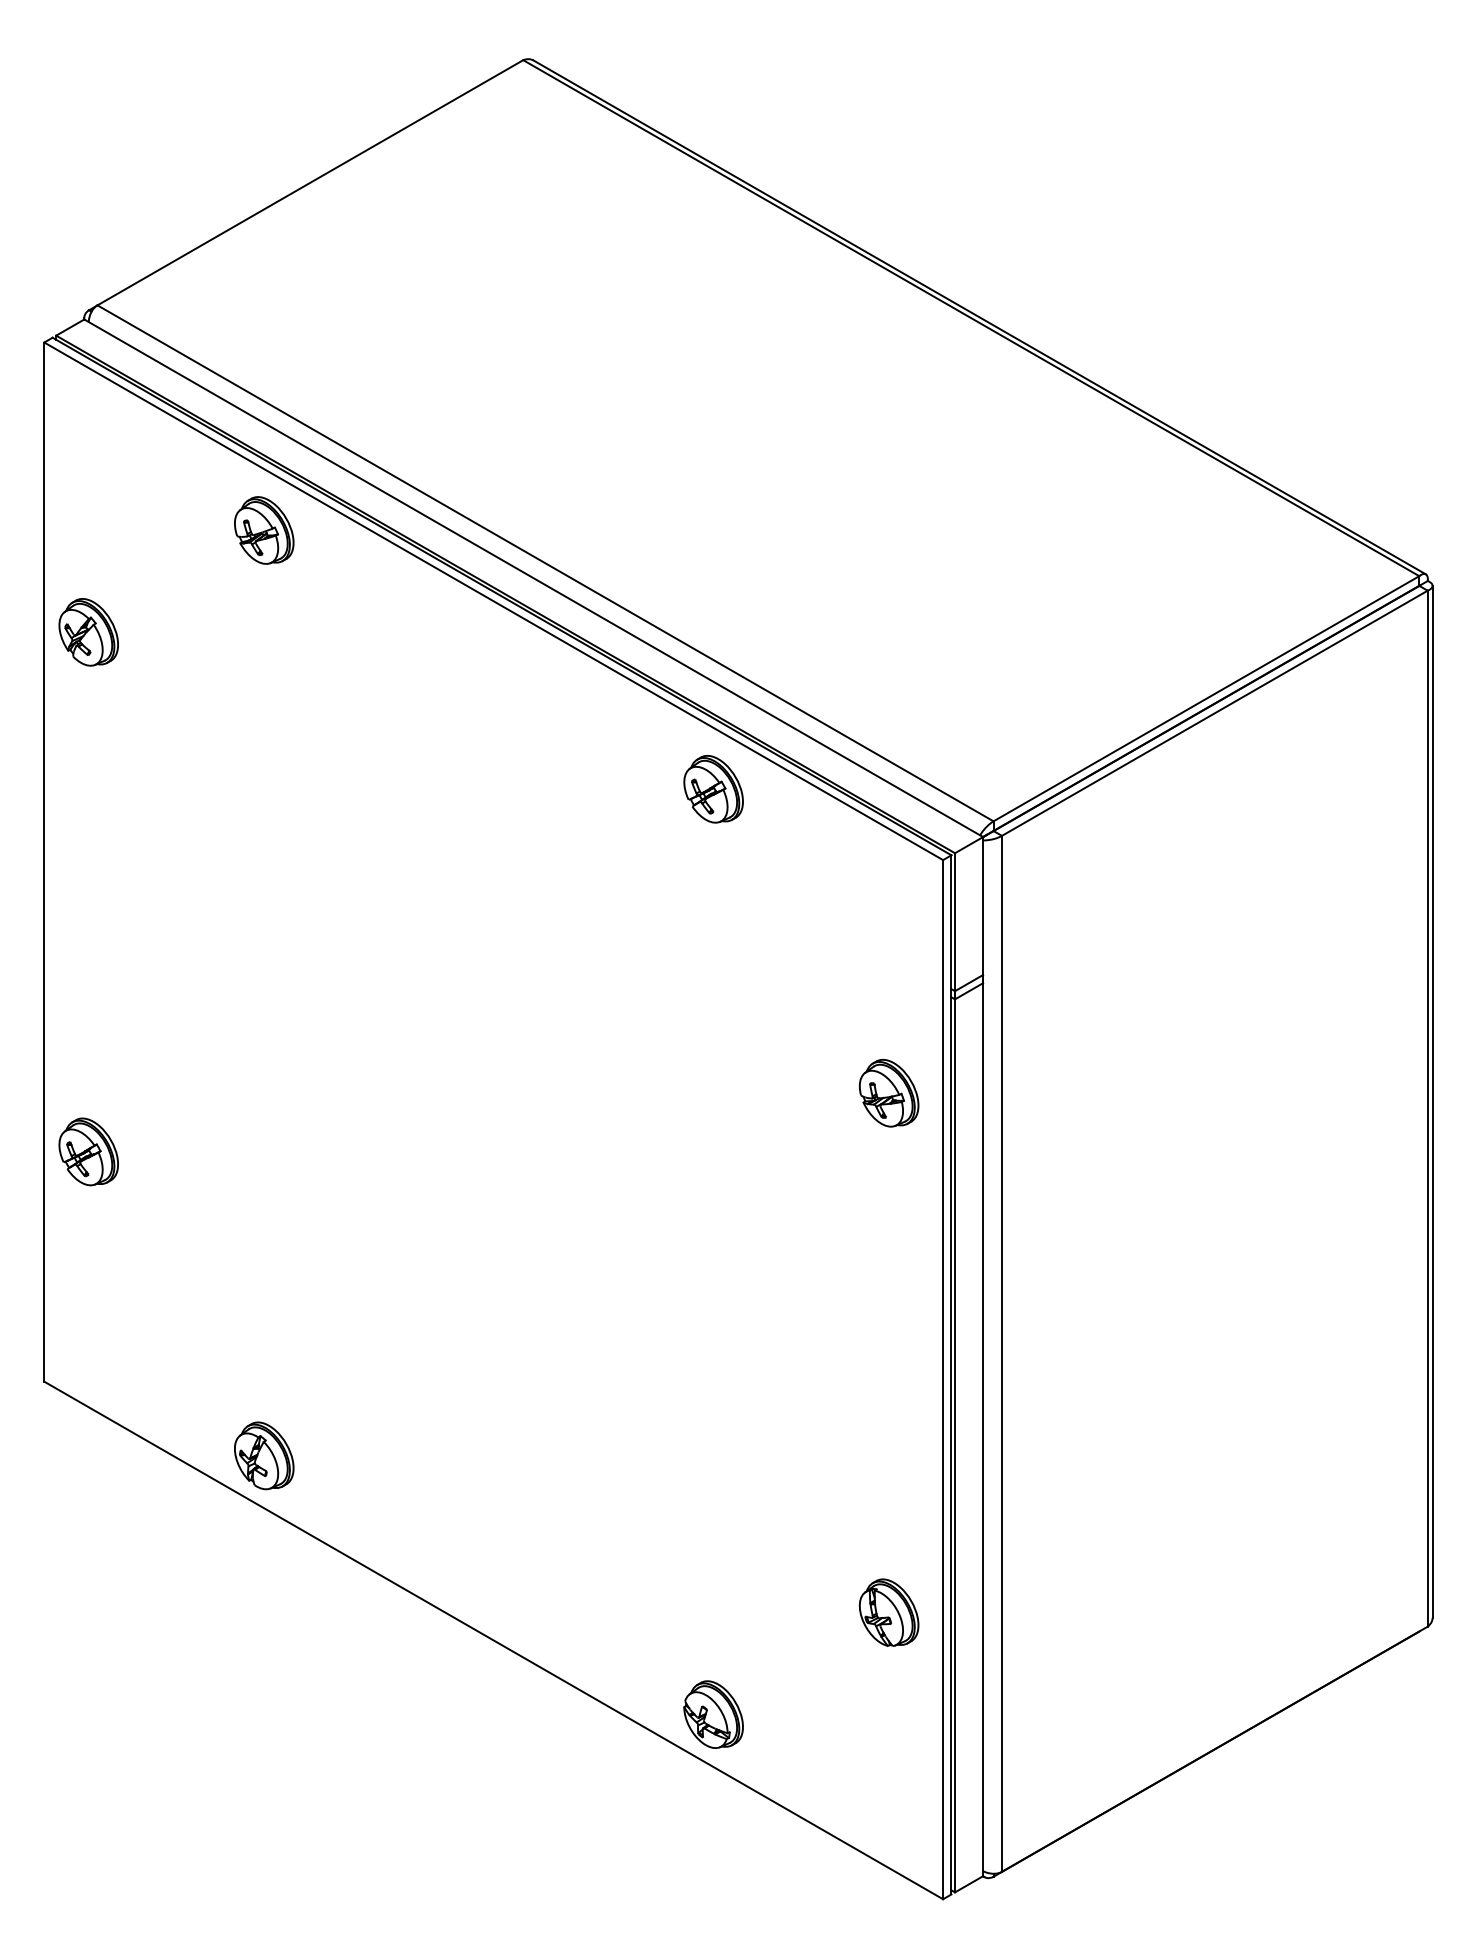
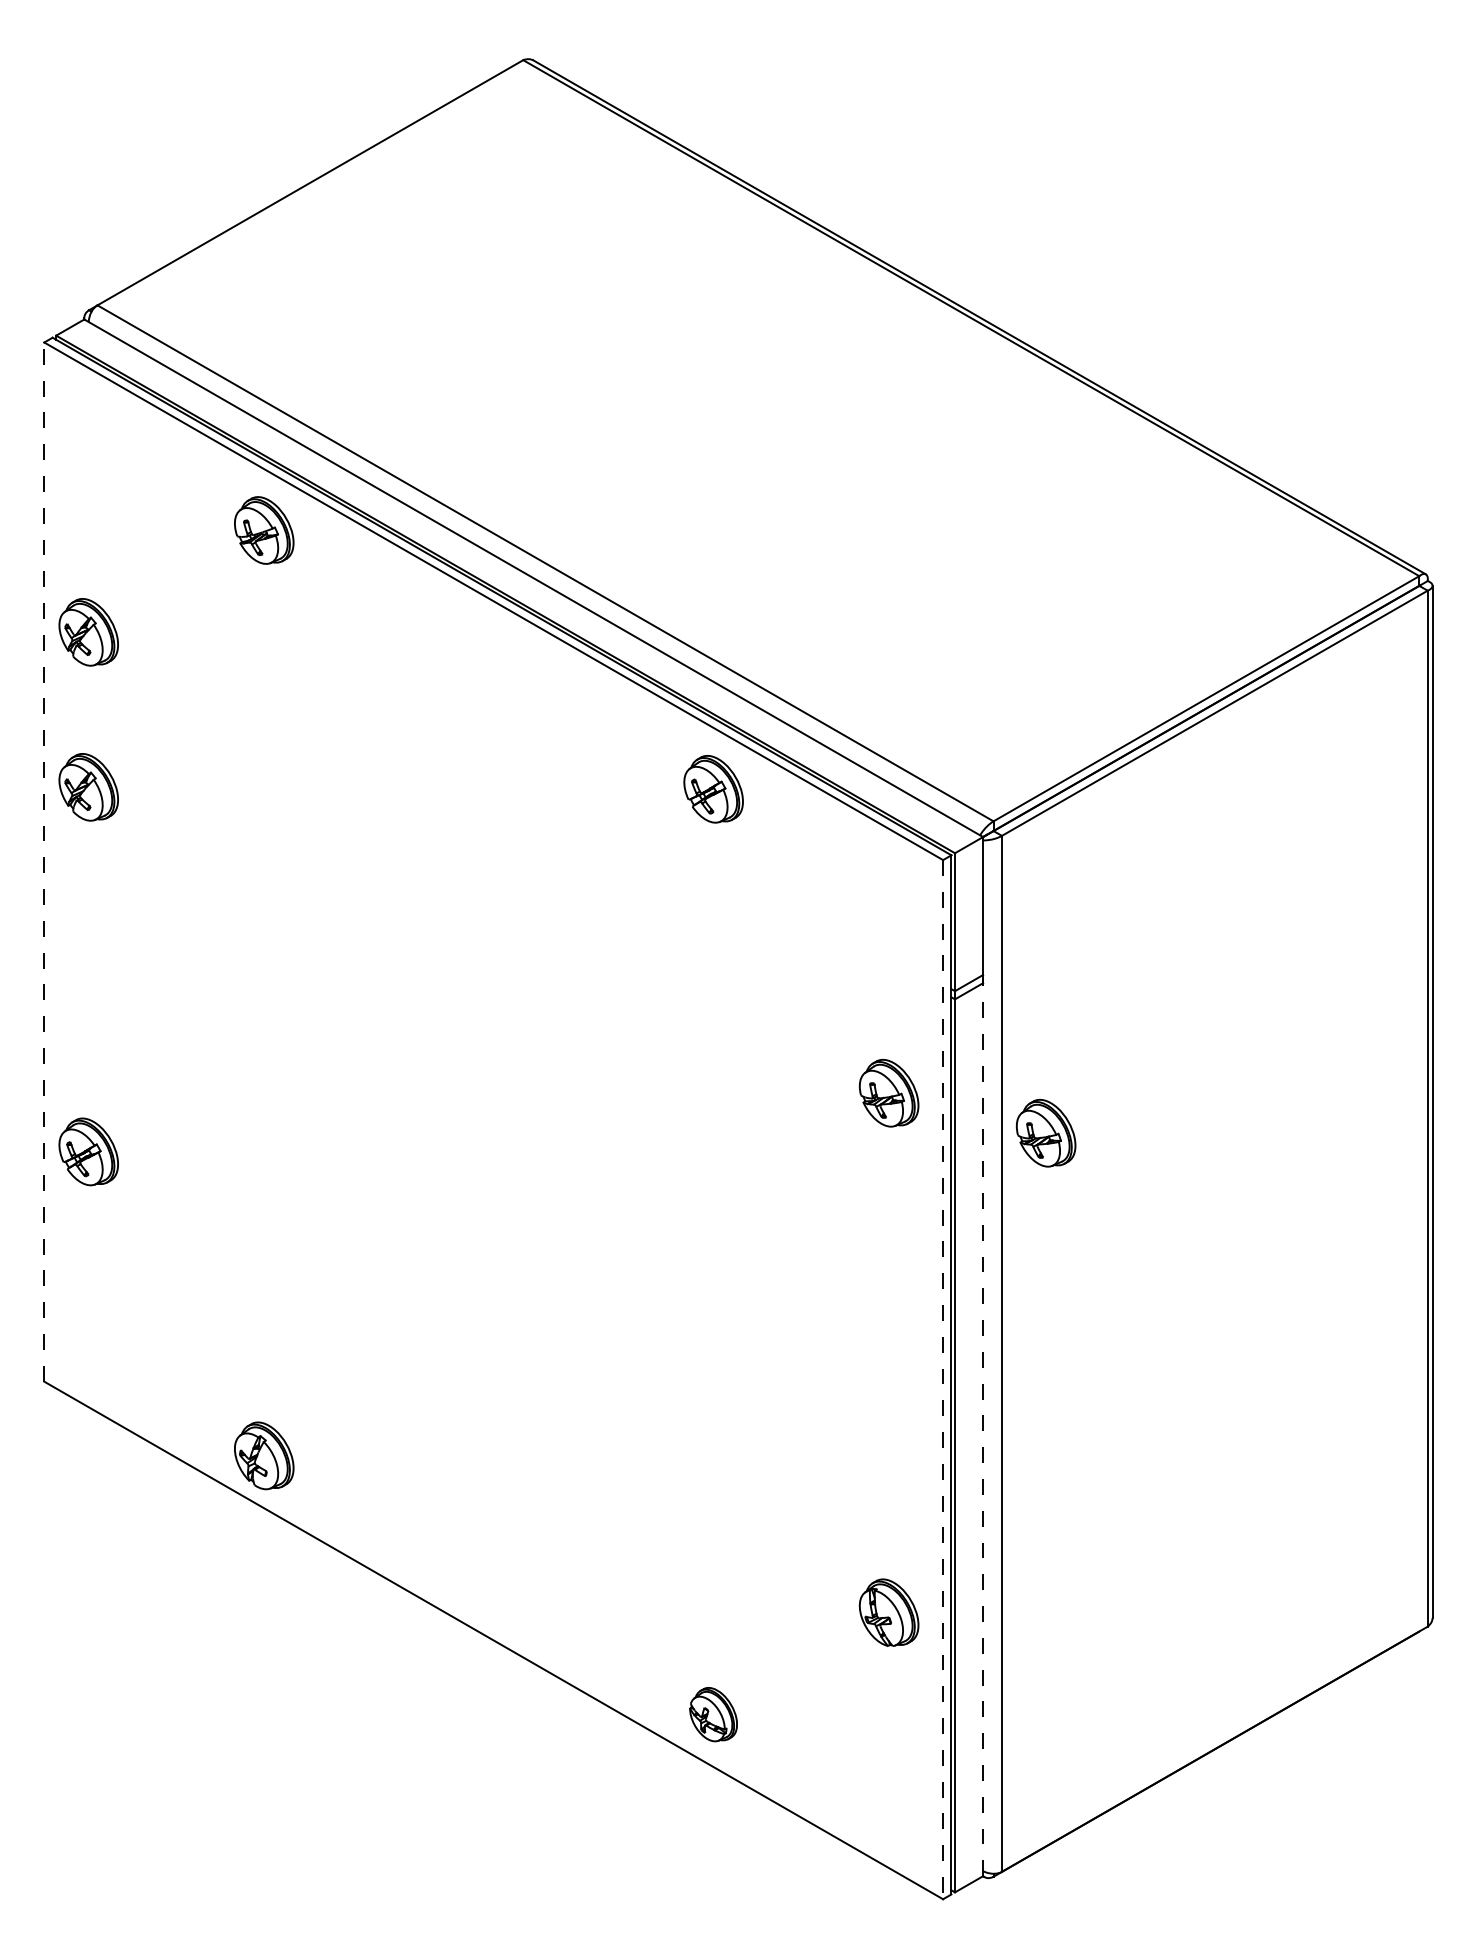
part at (88, 787): none -> present
line at (44, 862): solid -> dashed
part at (1045, 1132): none -> present
line at (943, 1379): solid -> dashed
line at (983, 1425): solid -> dashed
part at (713, 1714) size: 61x69 px -> 49x56 px
